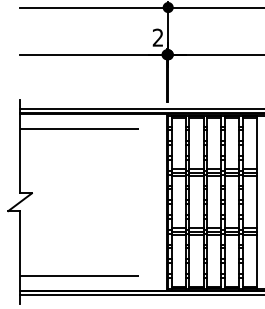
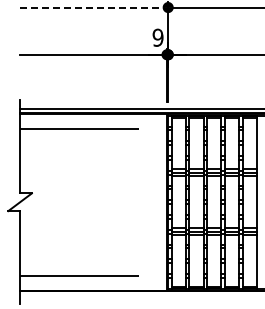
line at (94, 7): solid -> dashed
text at (157, 37): 2 -> 9
line at (140, 295): present -> none
